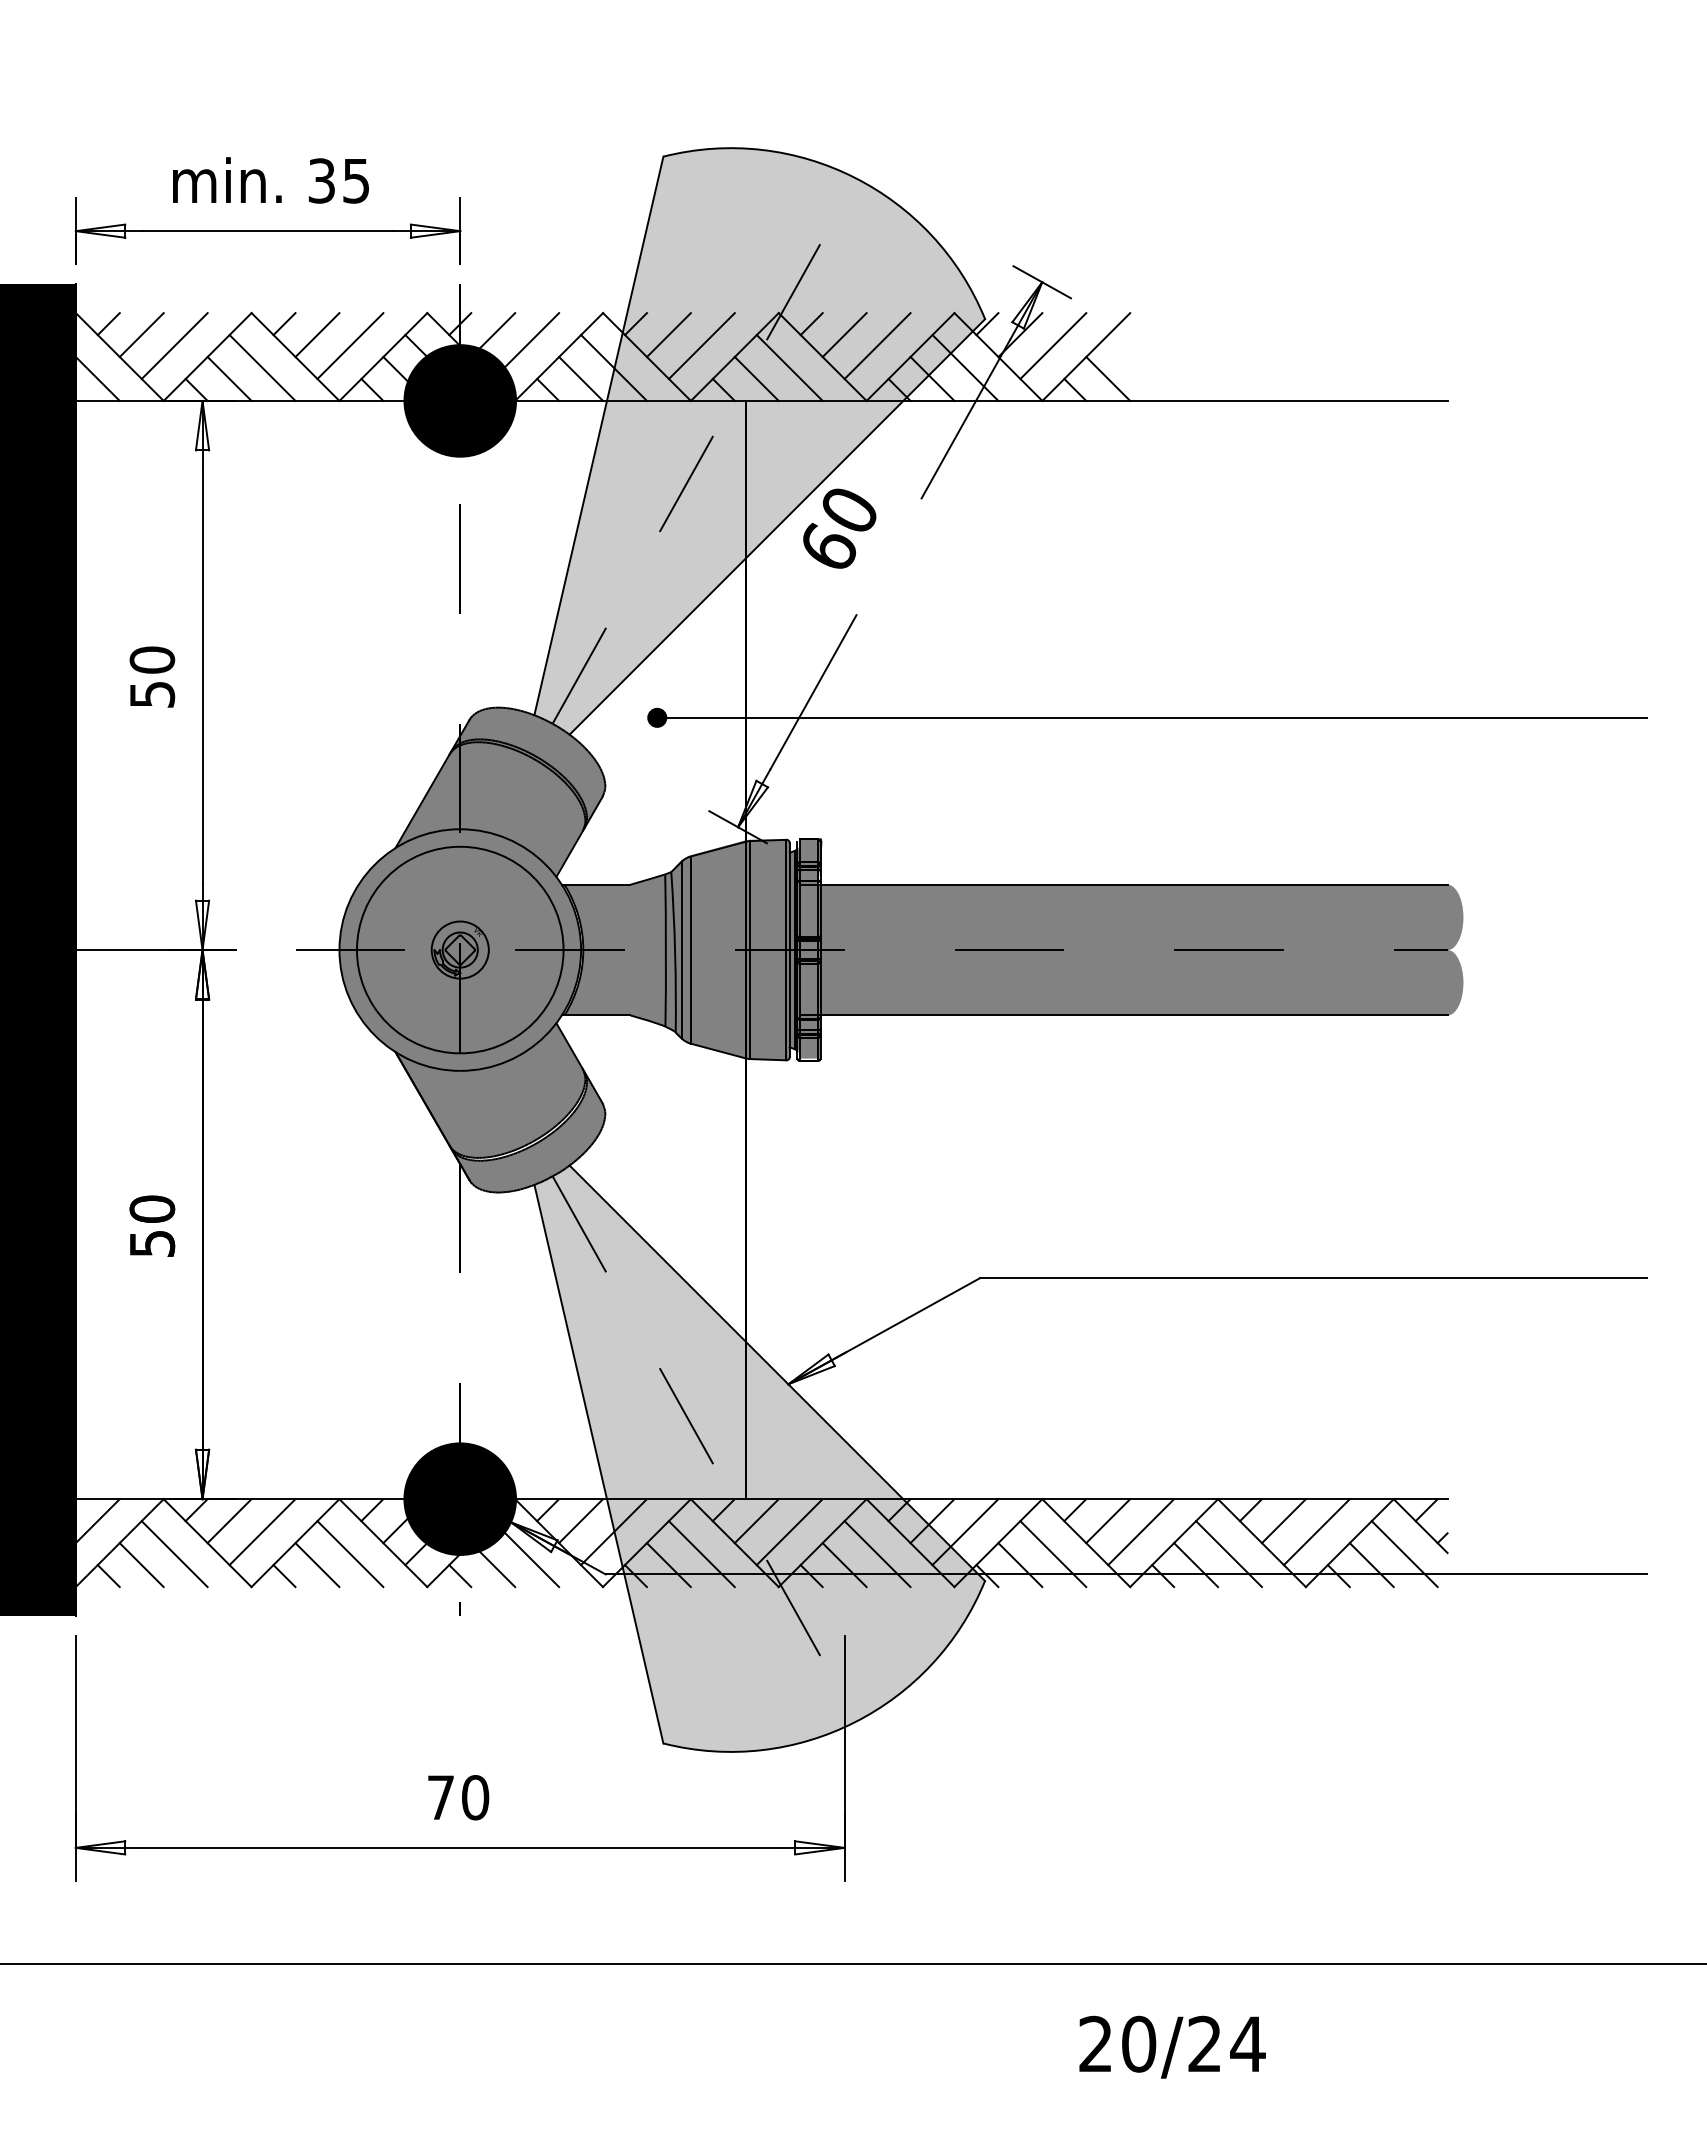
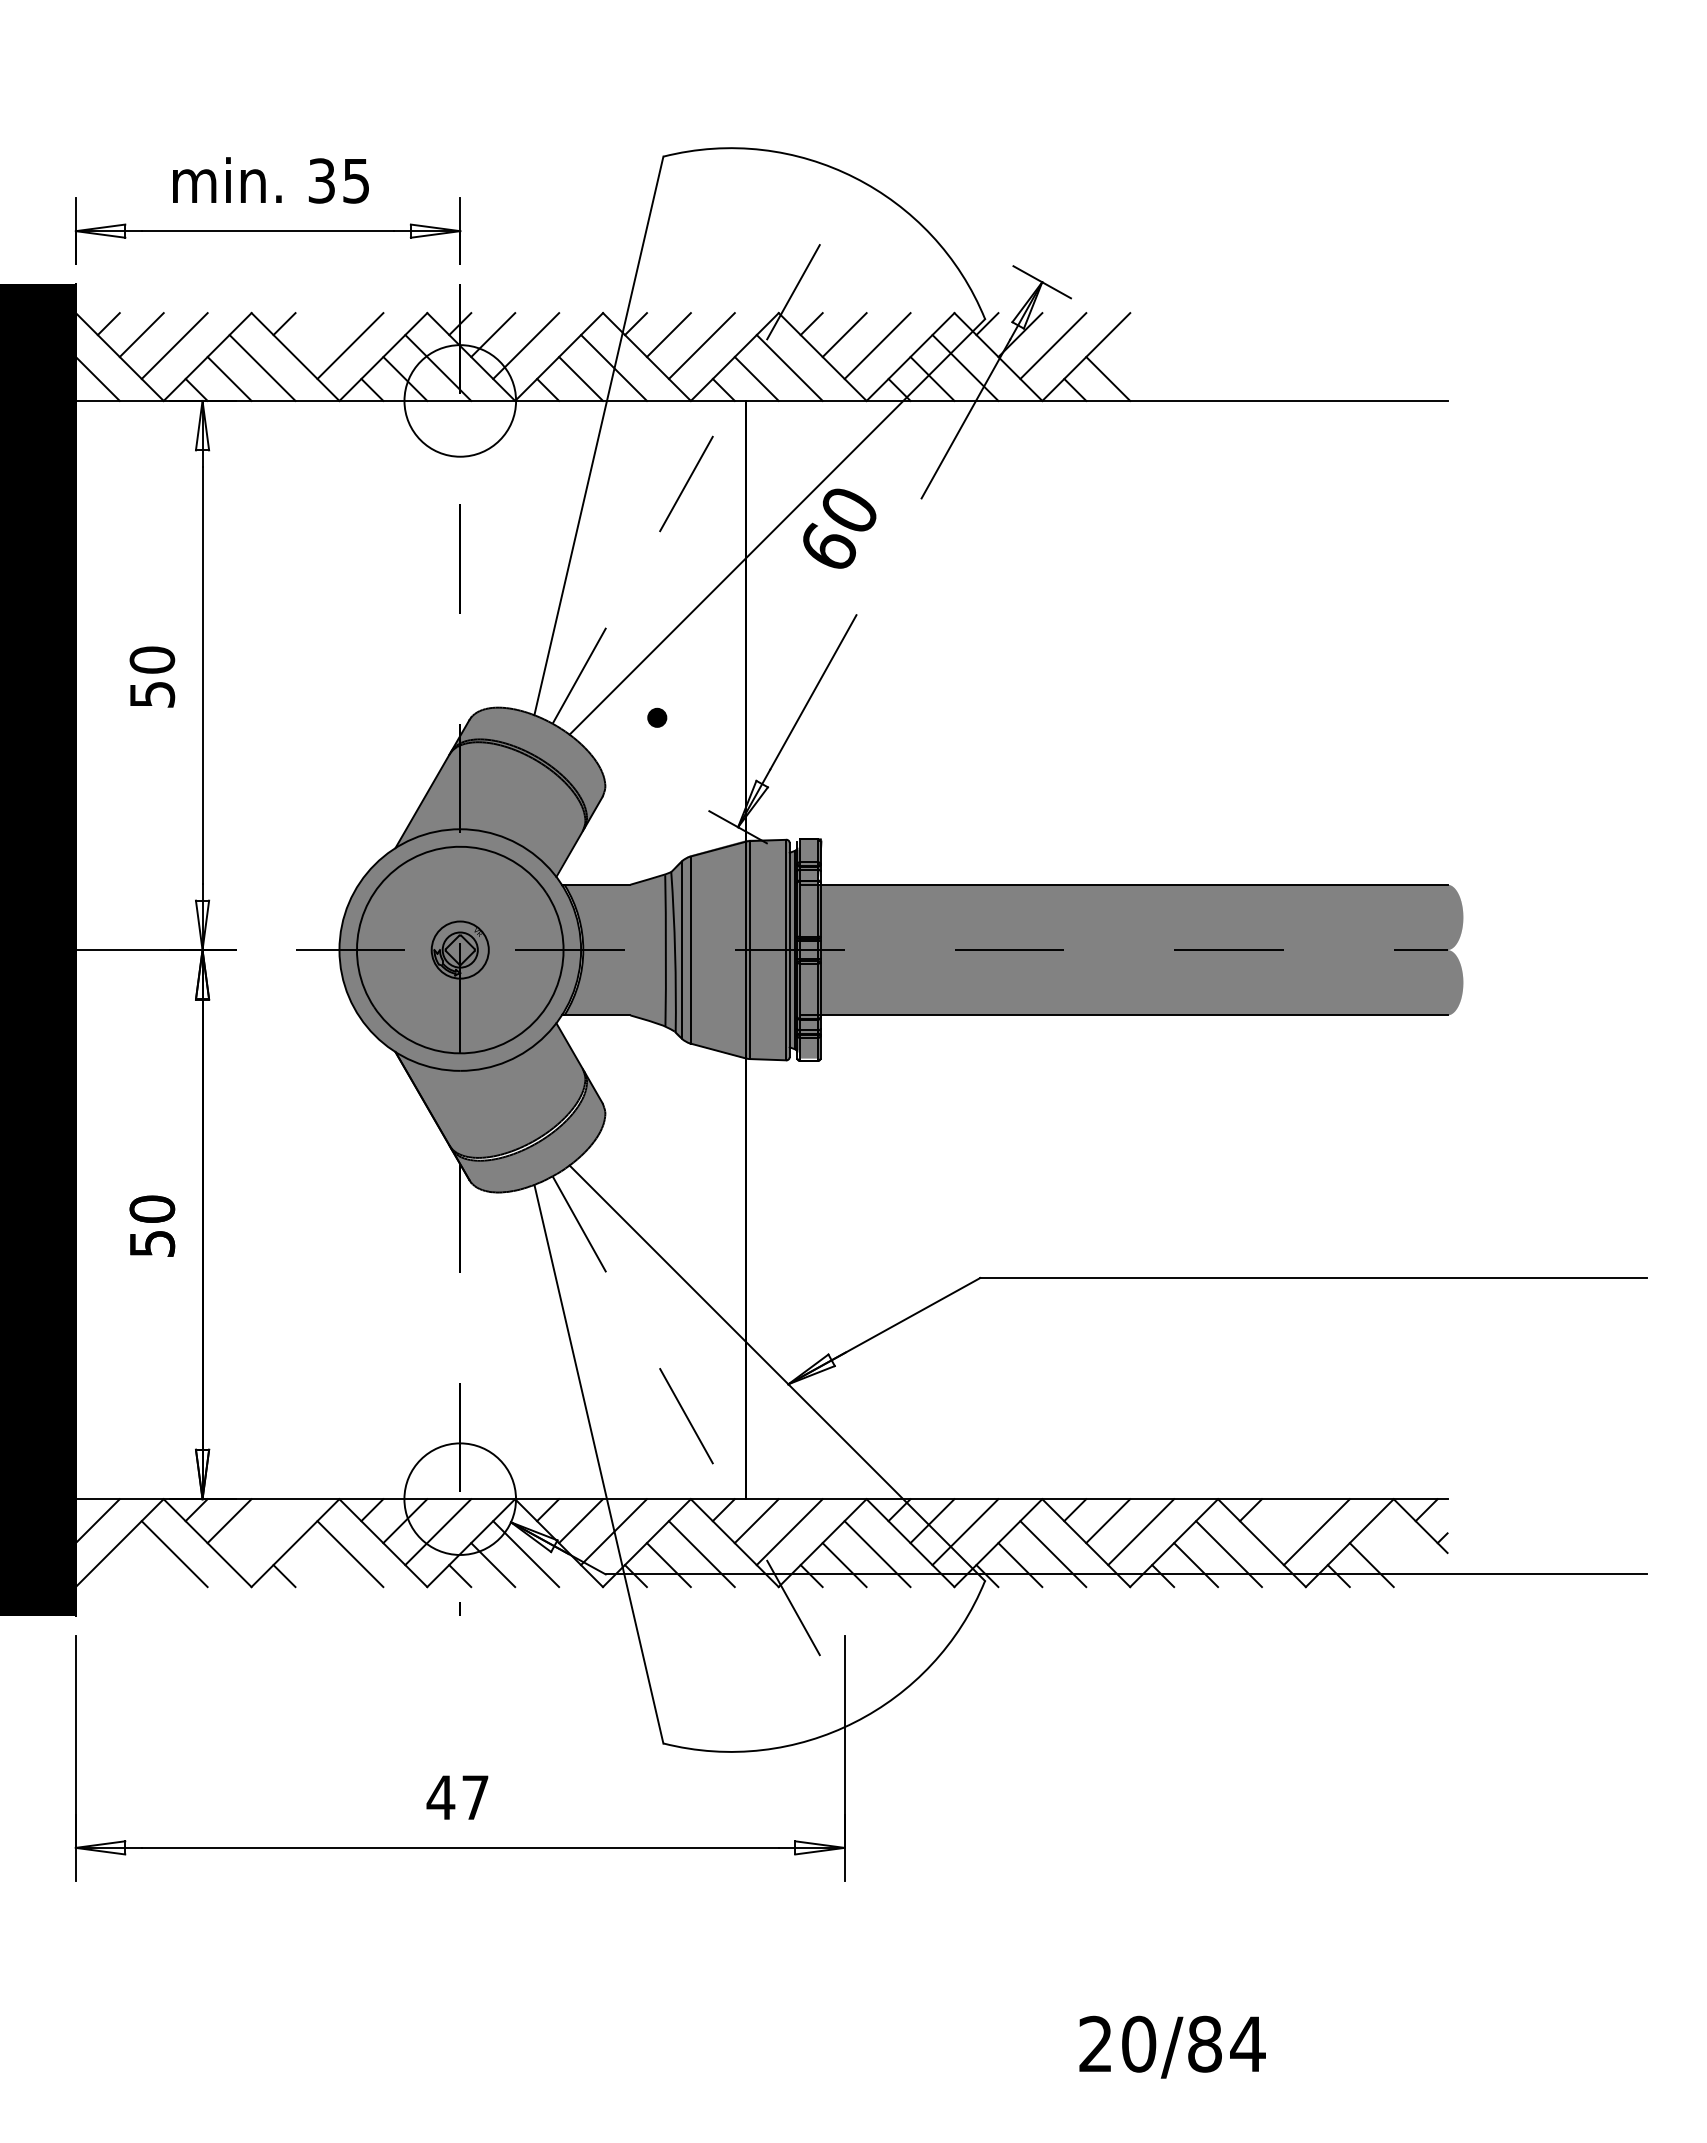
line at (317, 335): present -> none
fill at (460, 400): present -> none
fill at (759, 441): present -> none
line at (1151, 717): present -> none
fill at (759, 1458): present -> none
fill at (460, 1498): present -> none
line at (1283, 1521): present -> none
line at (262, 1532): present -> none
line at (1404, 1554): present -> none
line at (141, 1565): present -> none
line at (317, 1565): present -> none
line at (108, 1576): present -> none
text at (457, 1797): 70 -> 47
line at (852, 1963): present -> none
text at (1204, 2043): 20/24 -> 20/84
